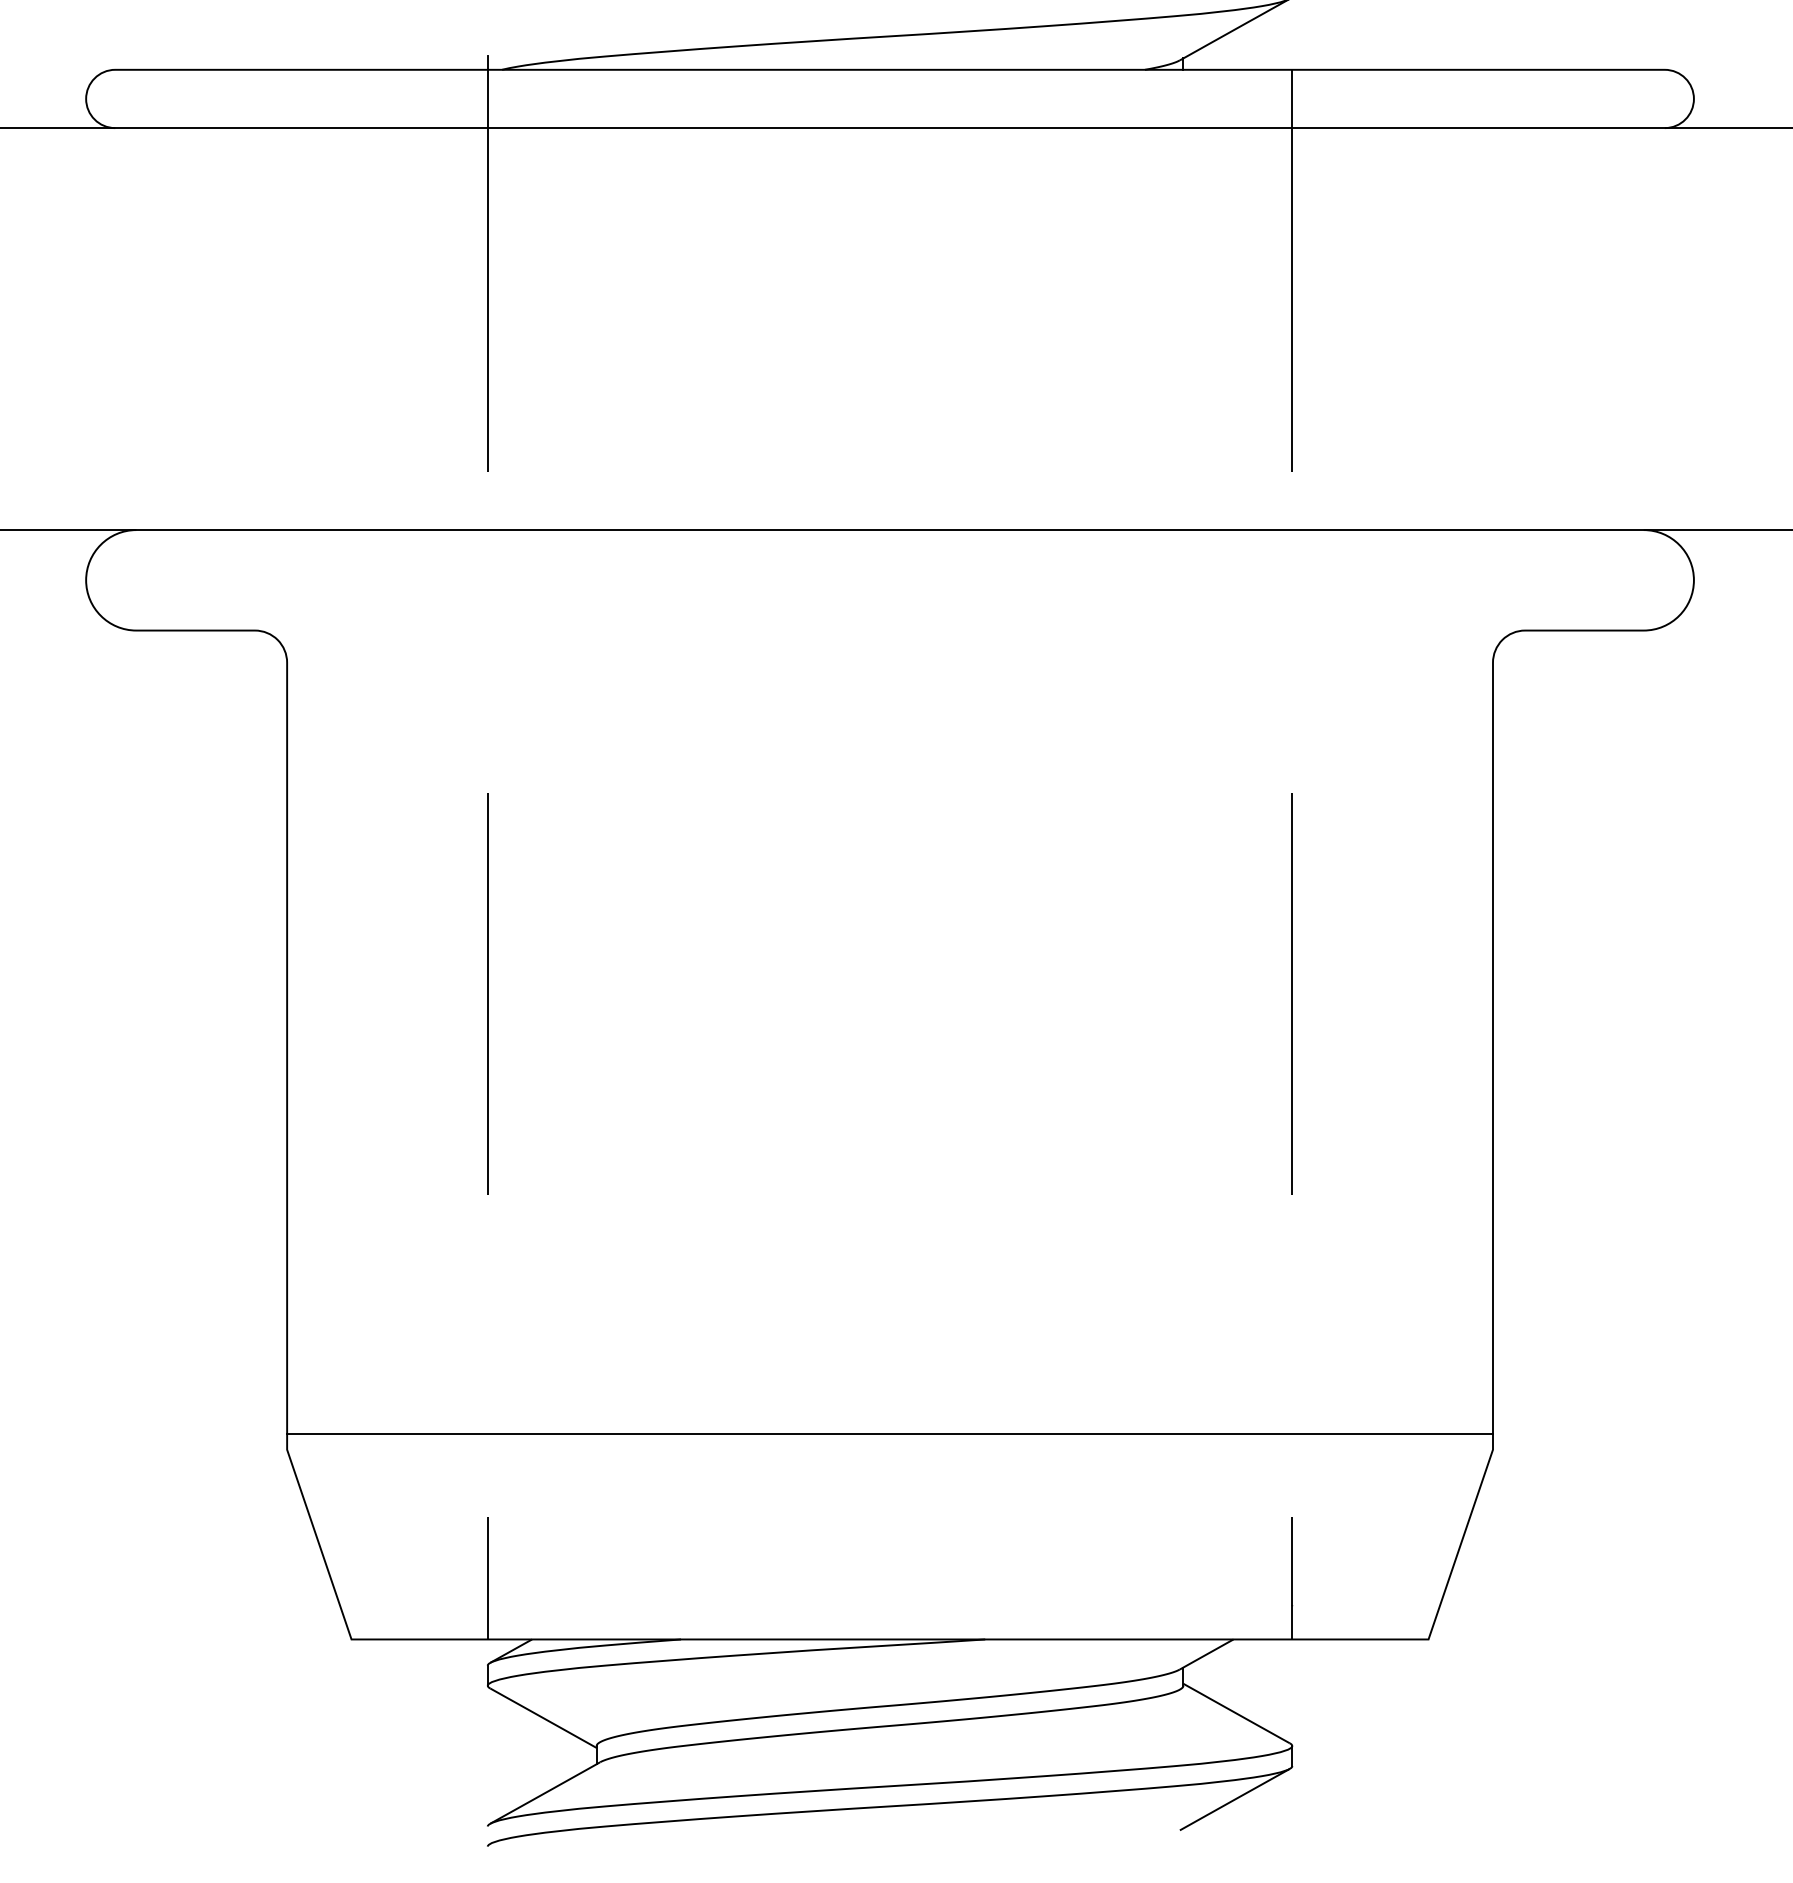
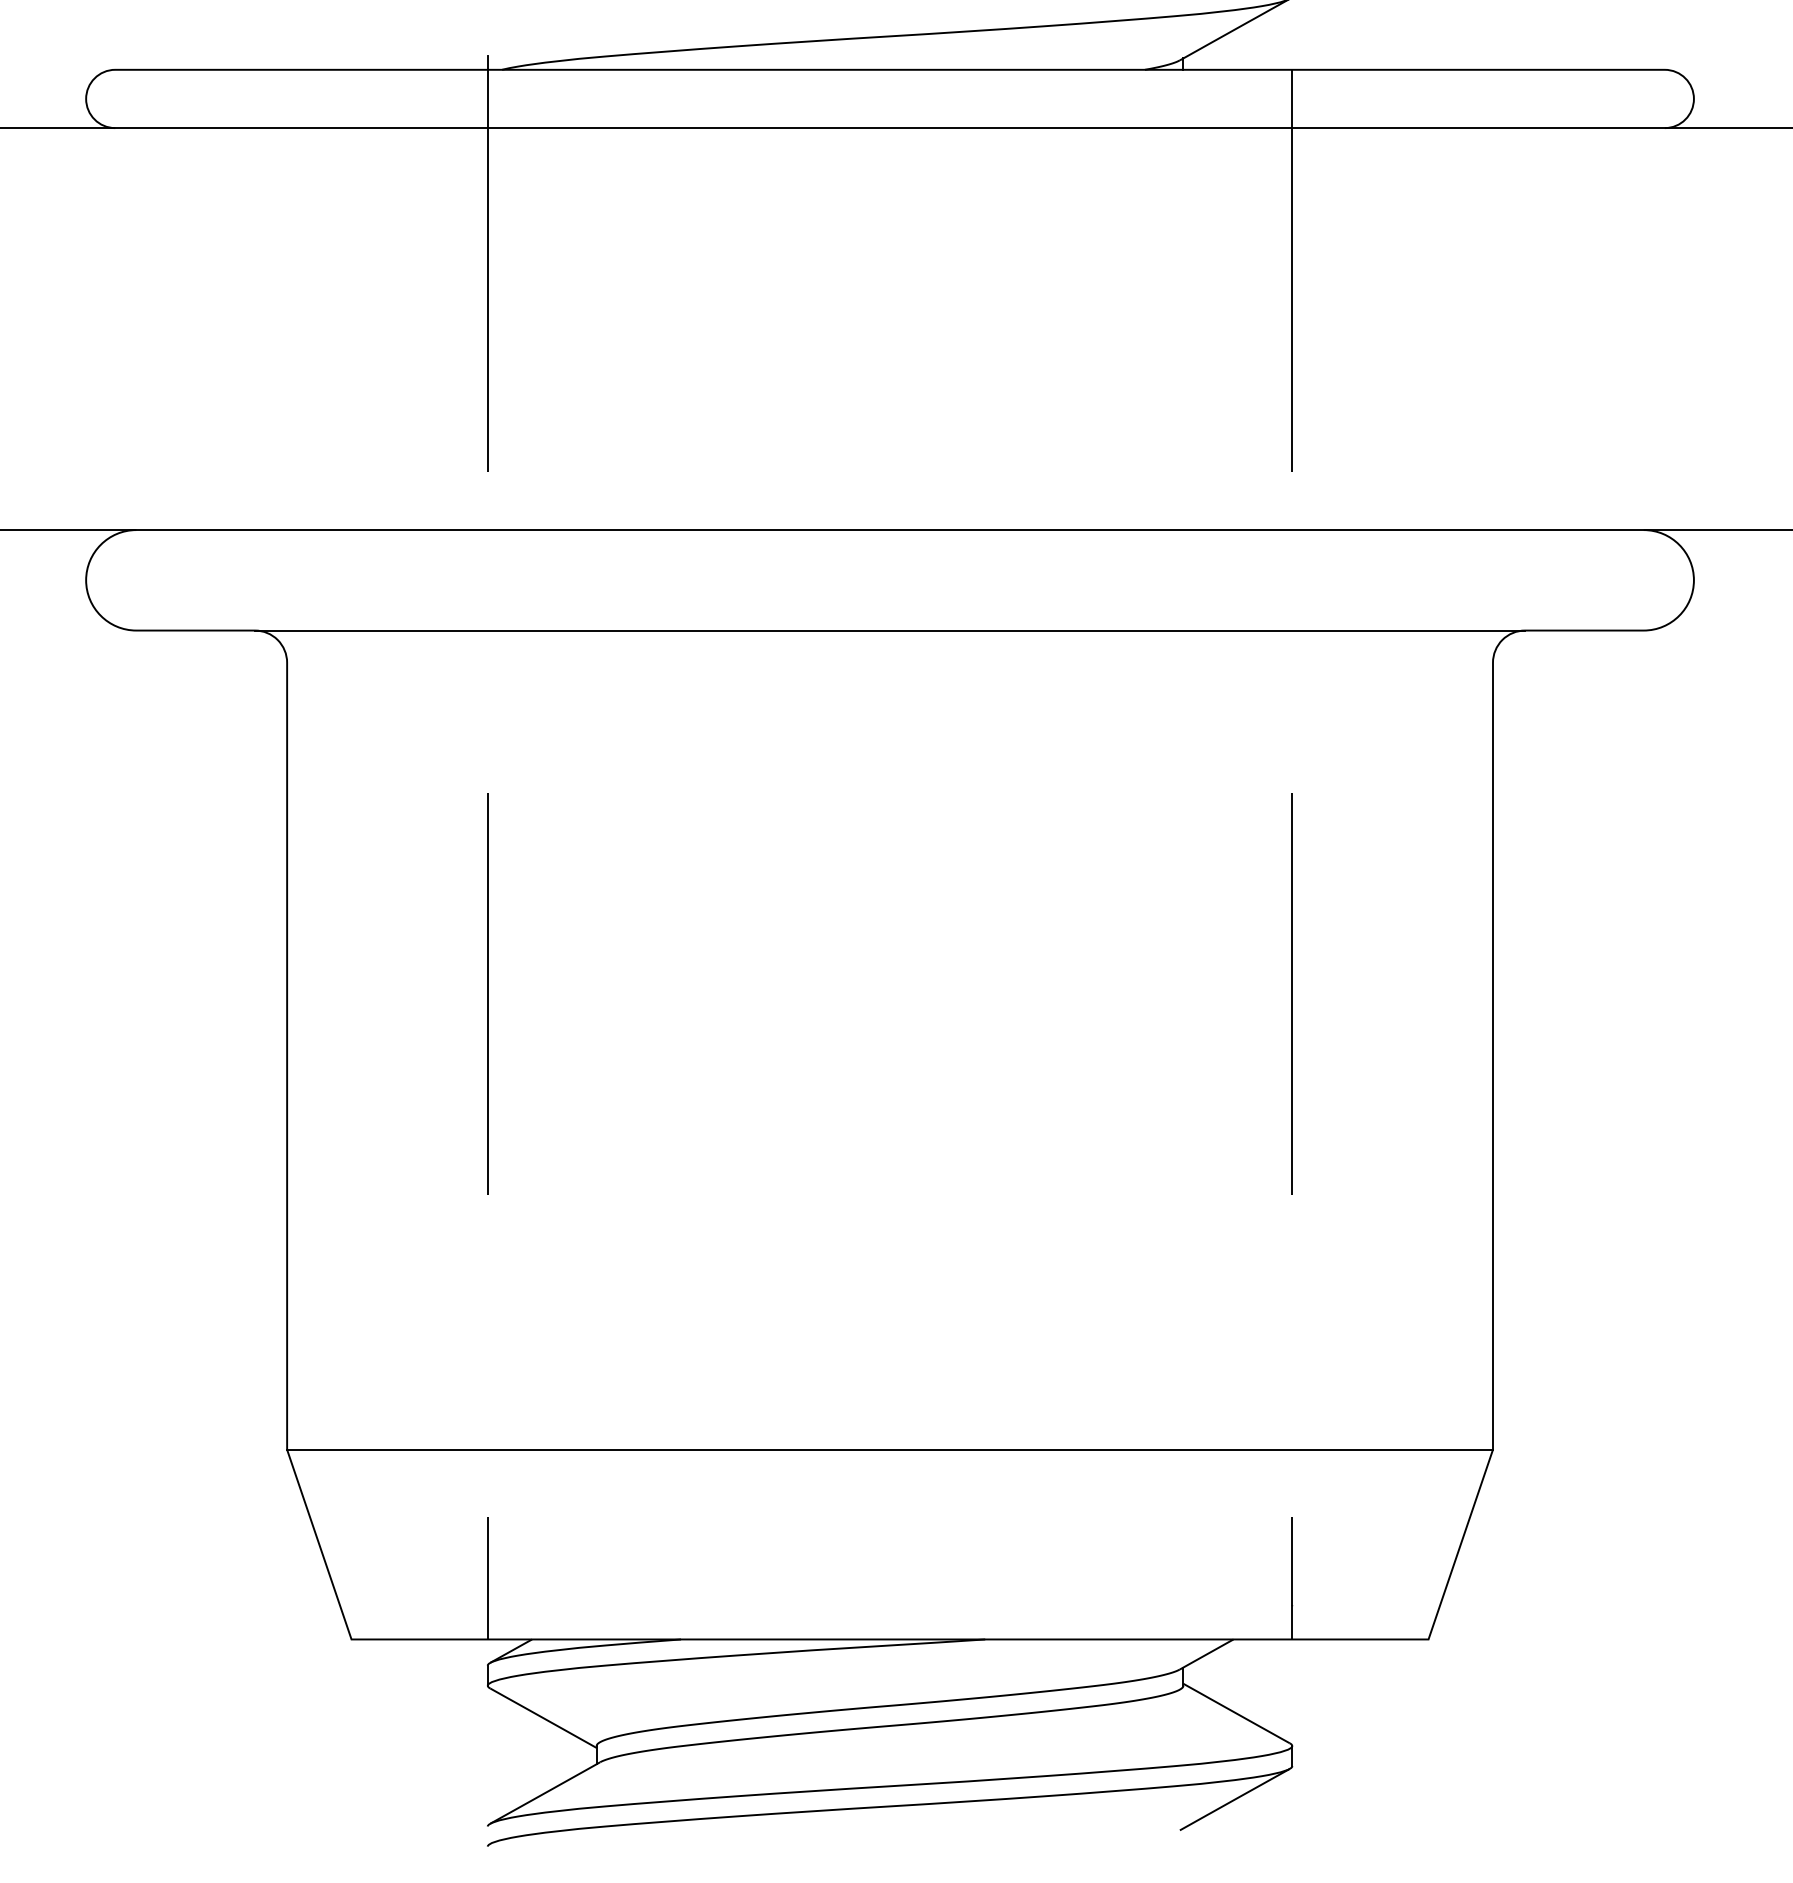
line at (889, 630): none -> present
line at (889, 1433) position: (889, 1433) -> (889, 1449)
